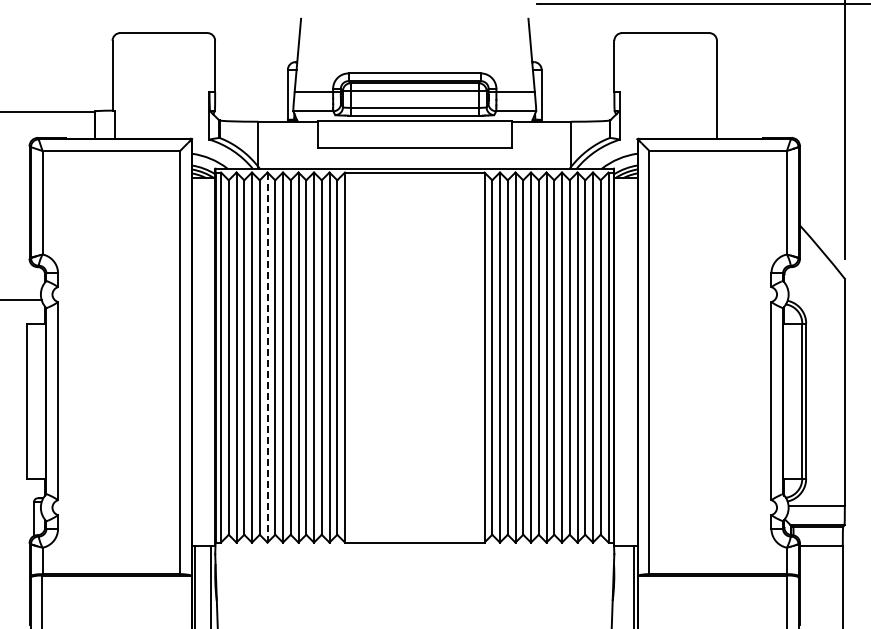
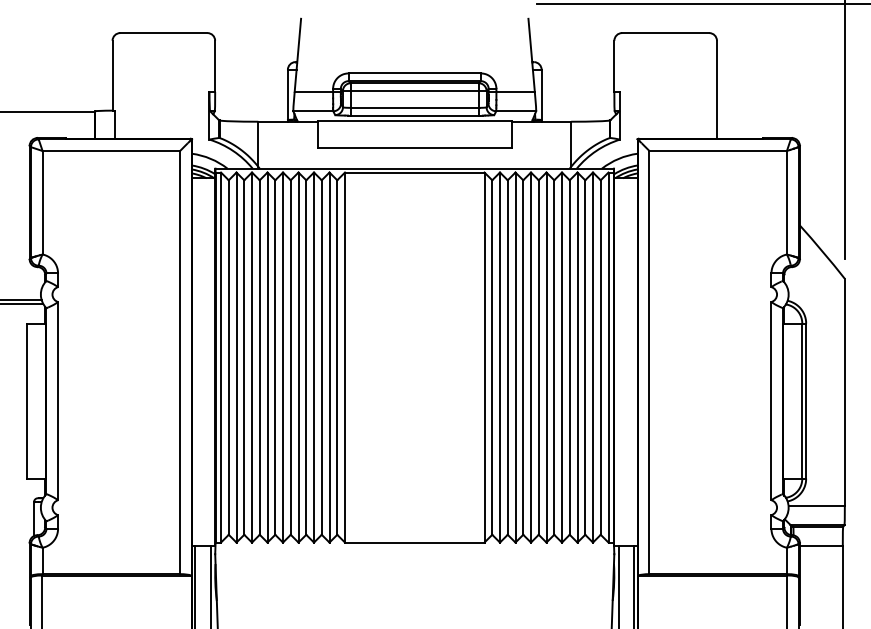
line at (22, 304): none -> present
line at (267, 357): dashed -> solid
line at (618, 585): none -> present
